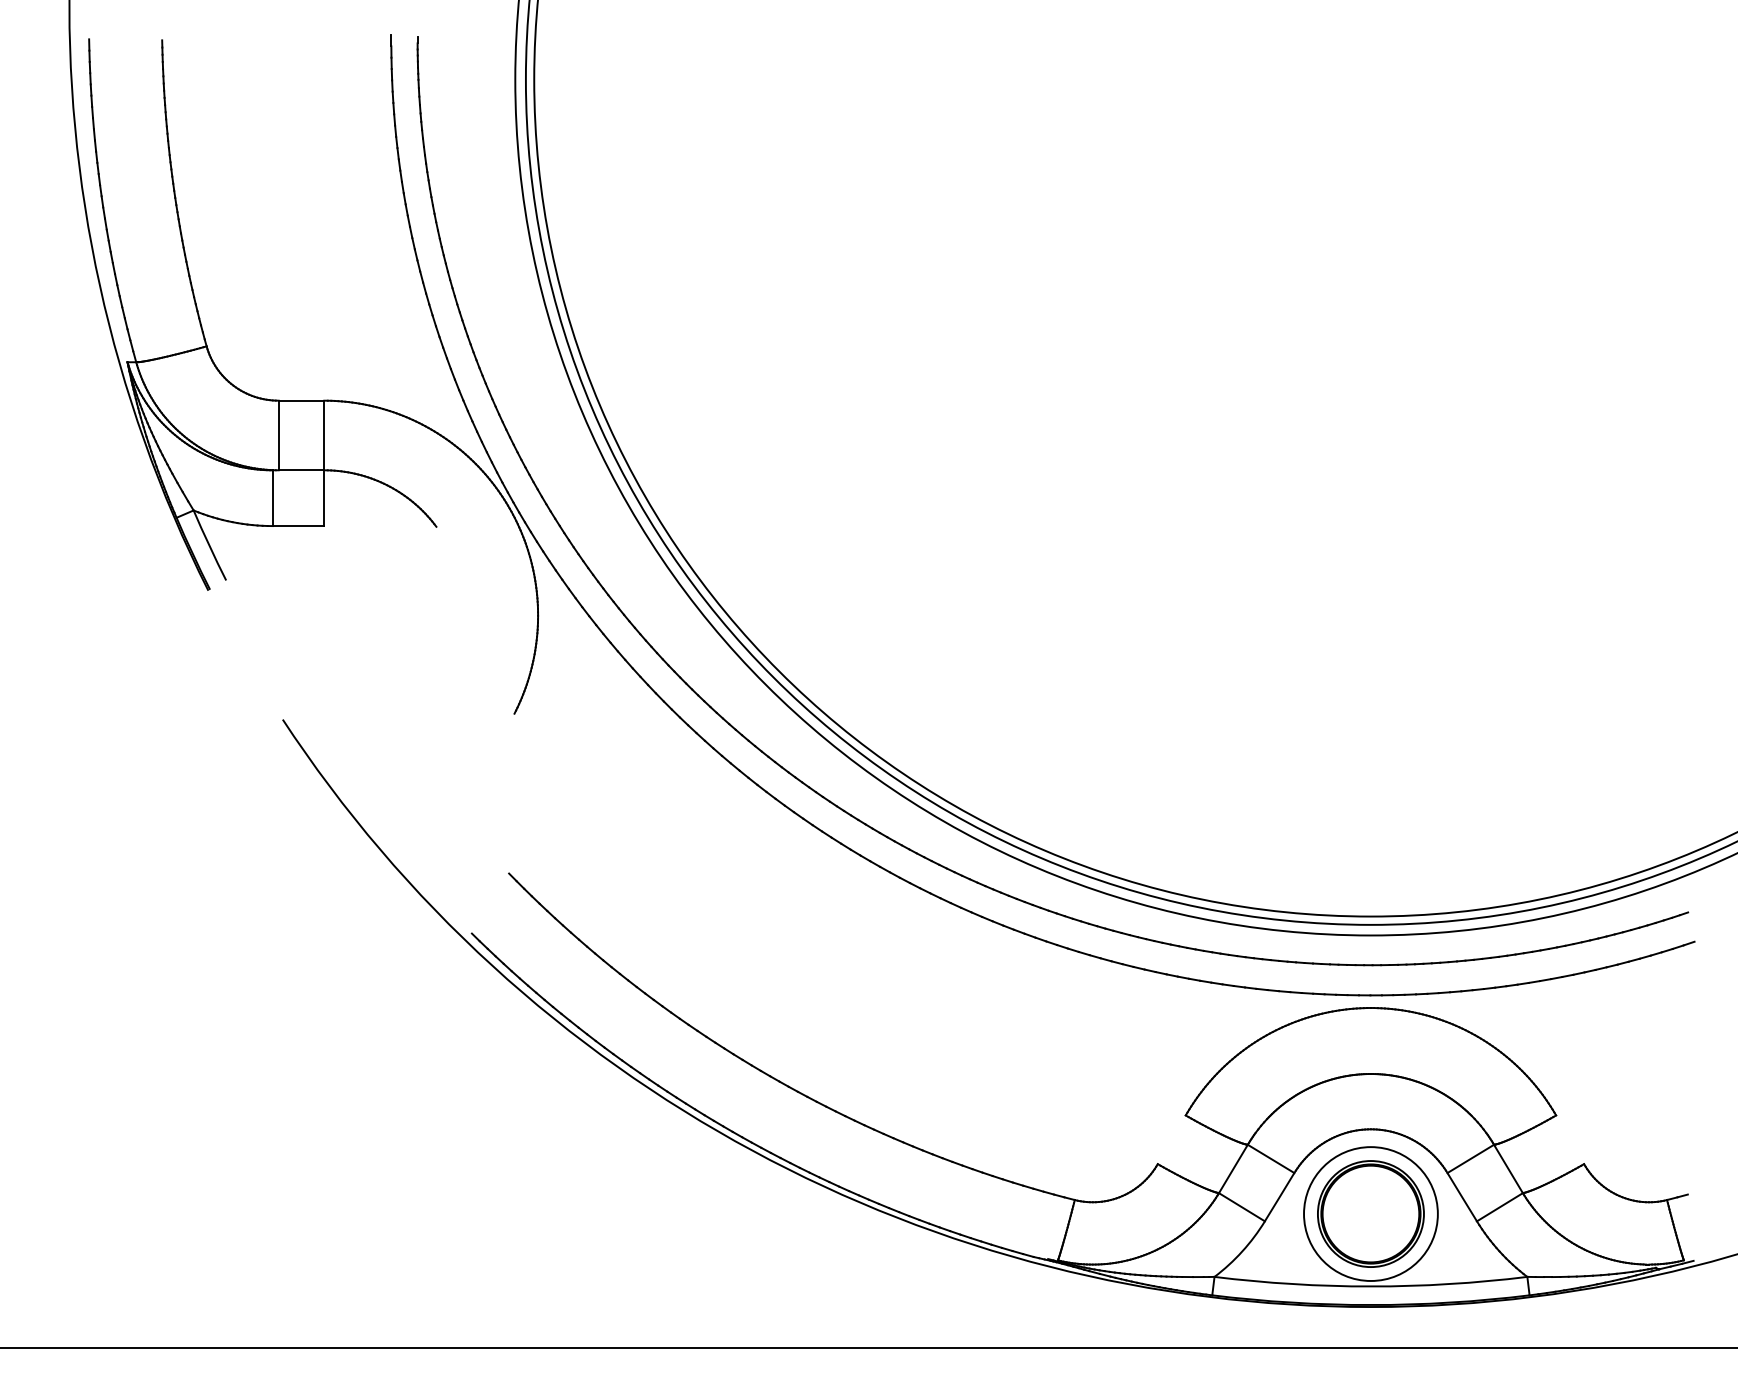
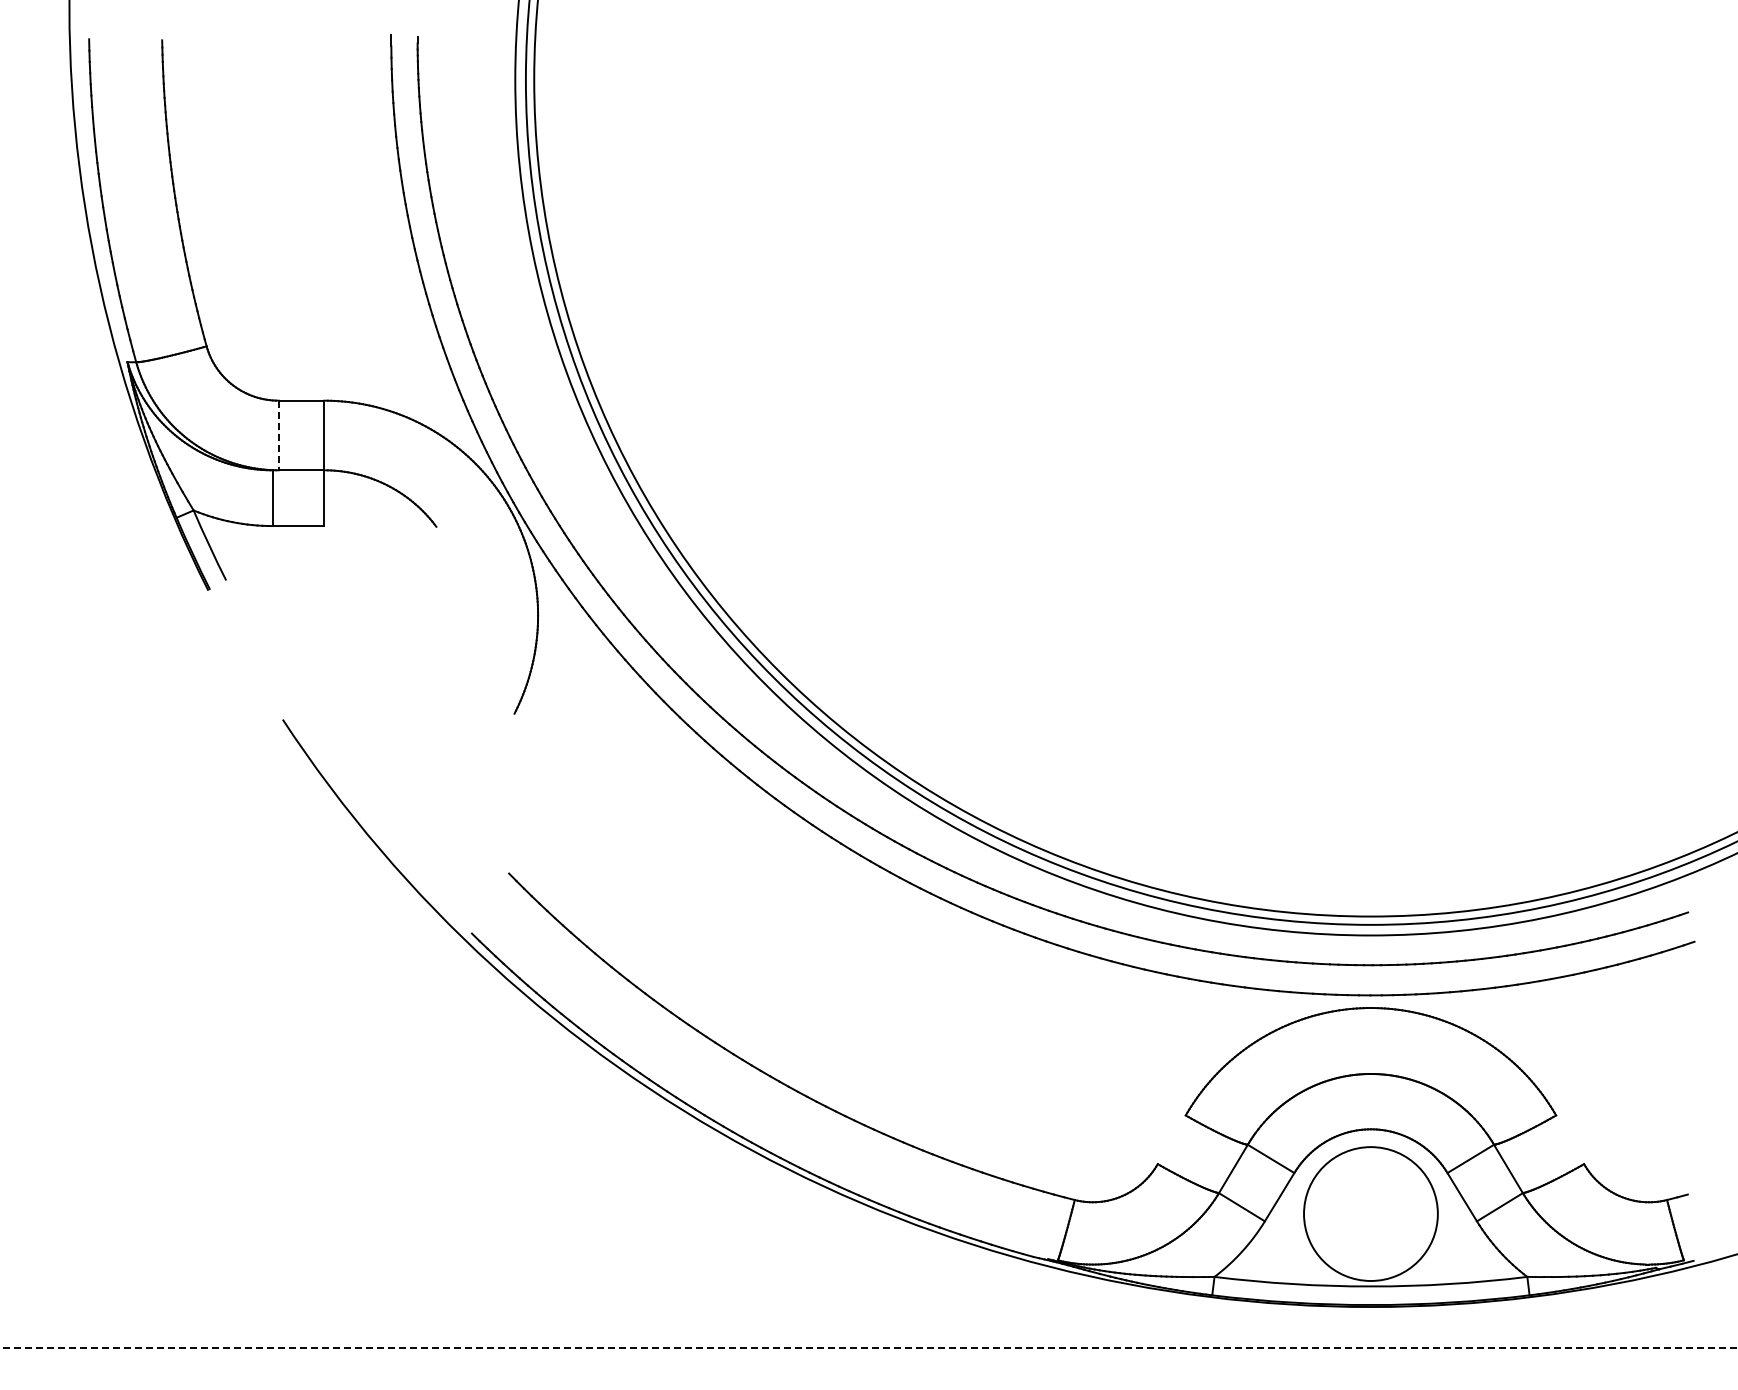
line at (278, 435): solid -> dashed
part at (1370, 1213): present -> none
line at (869, 1348): solid -> dashed
